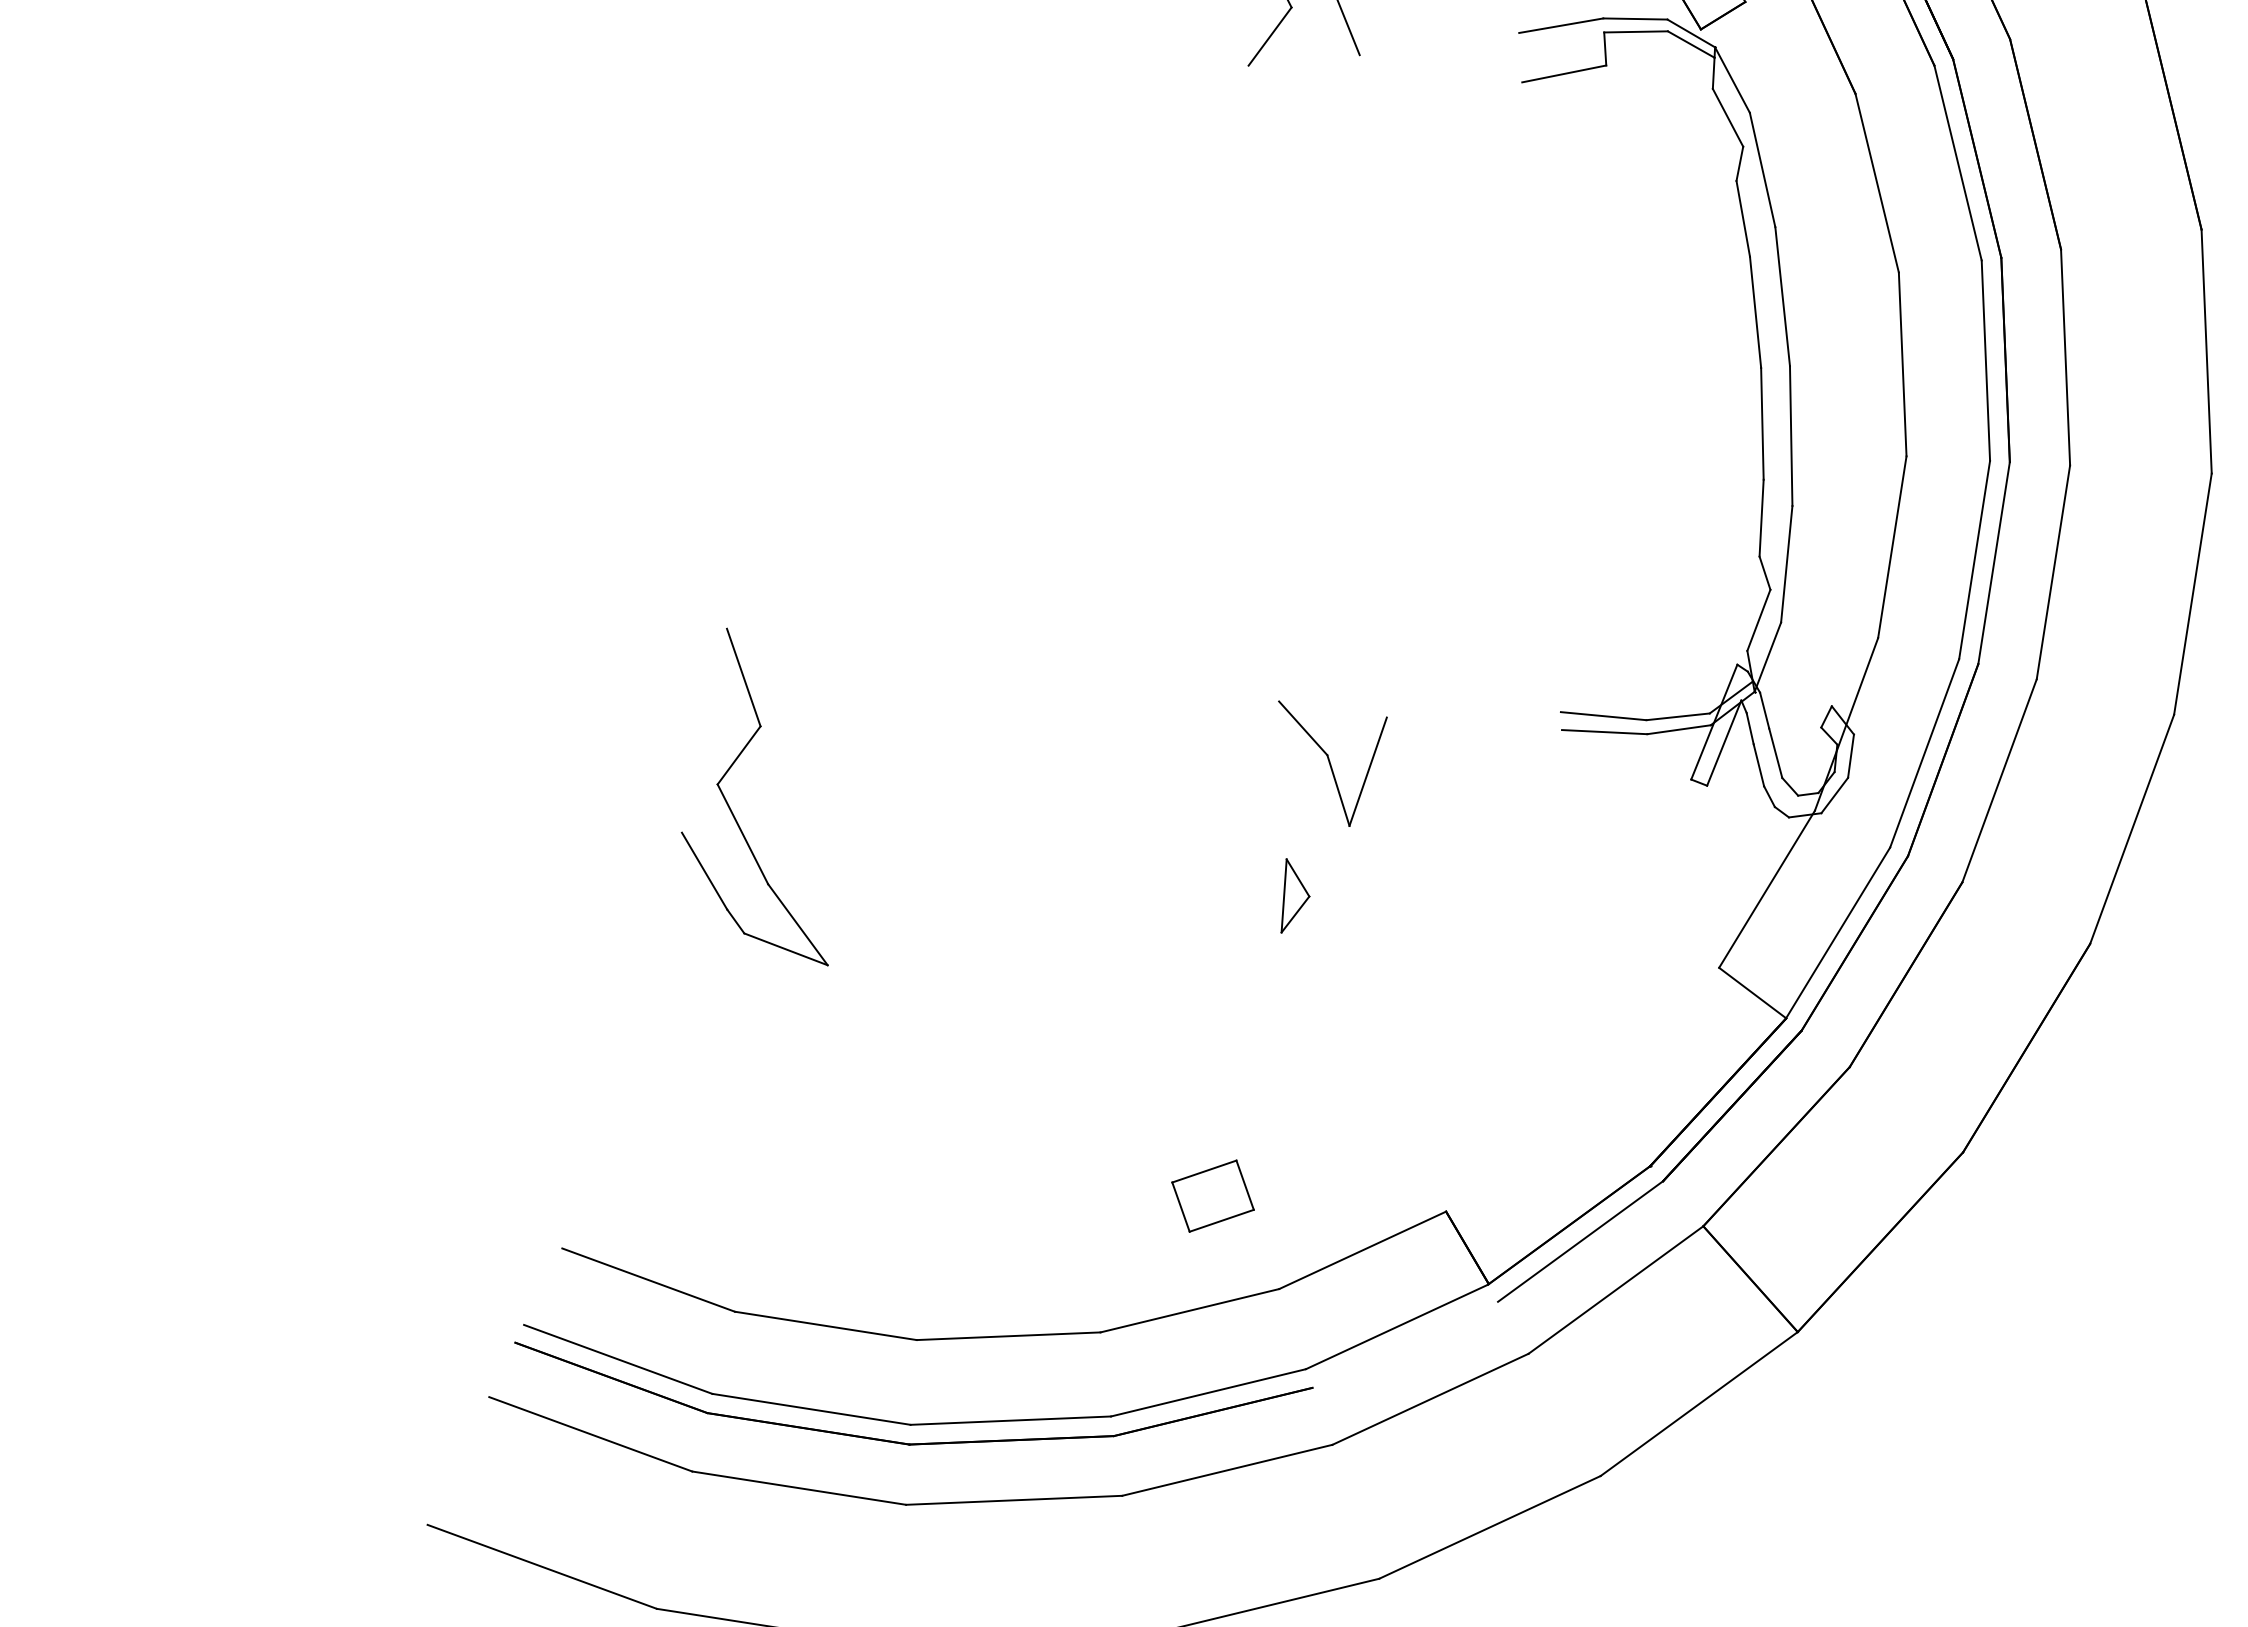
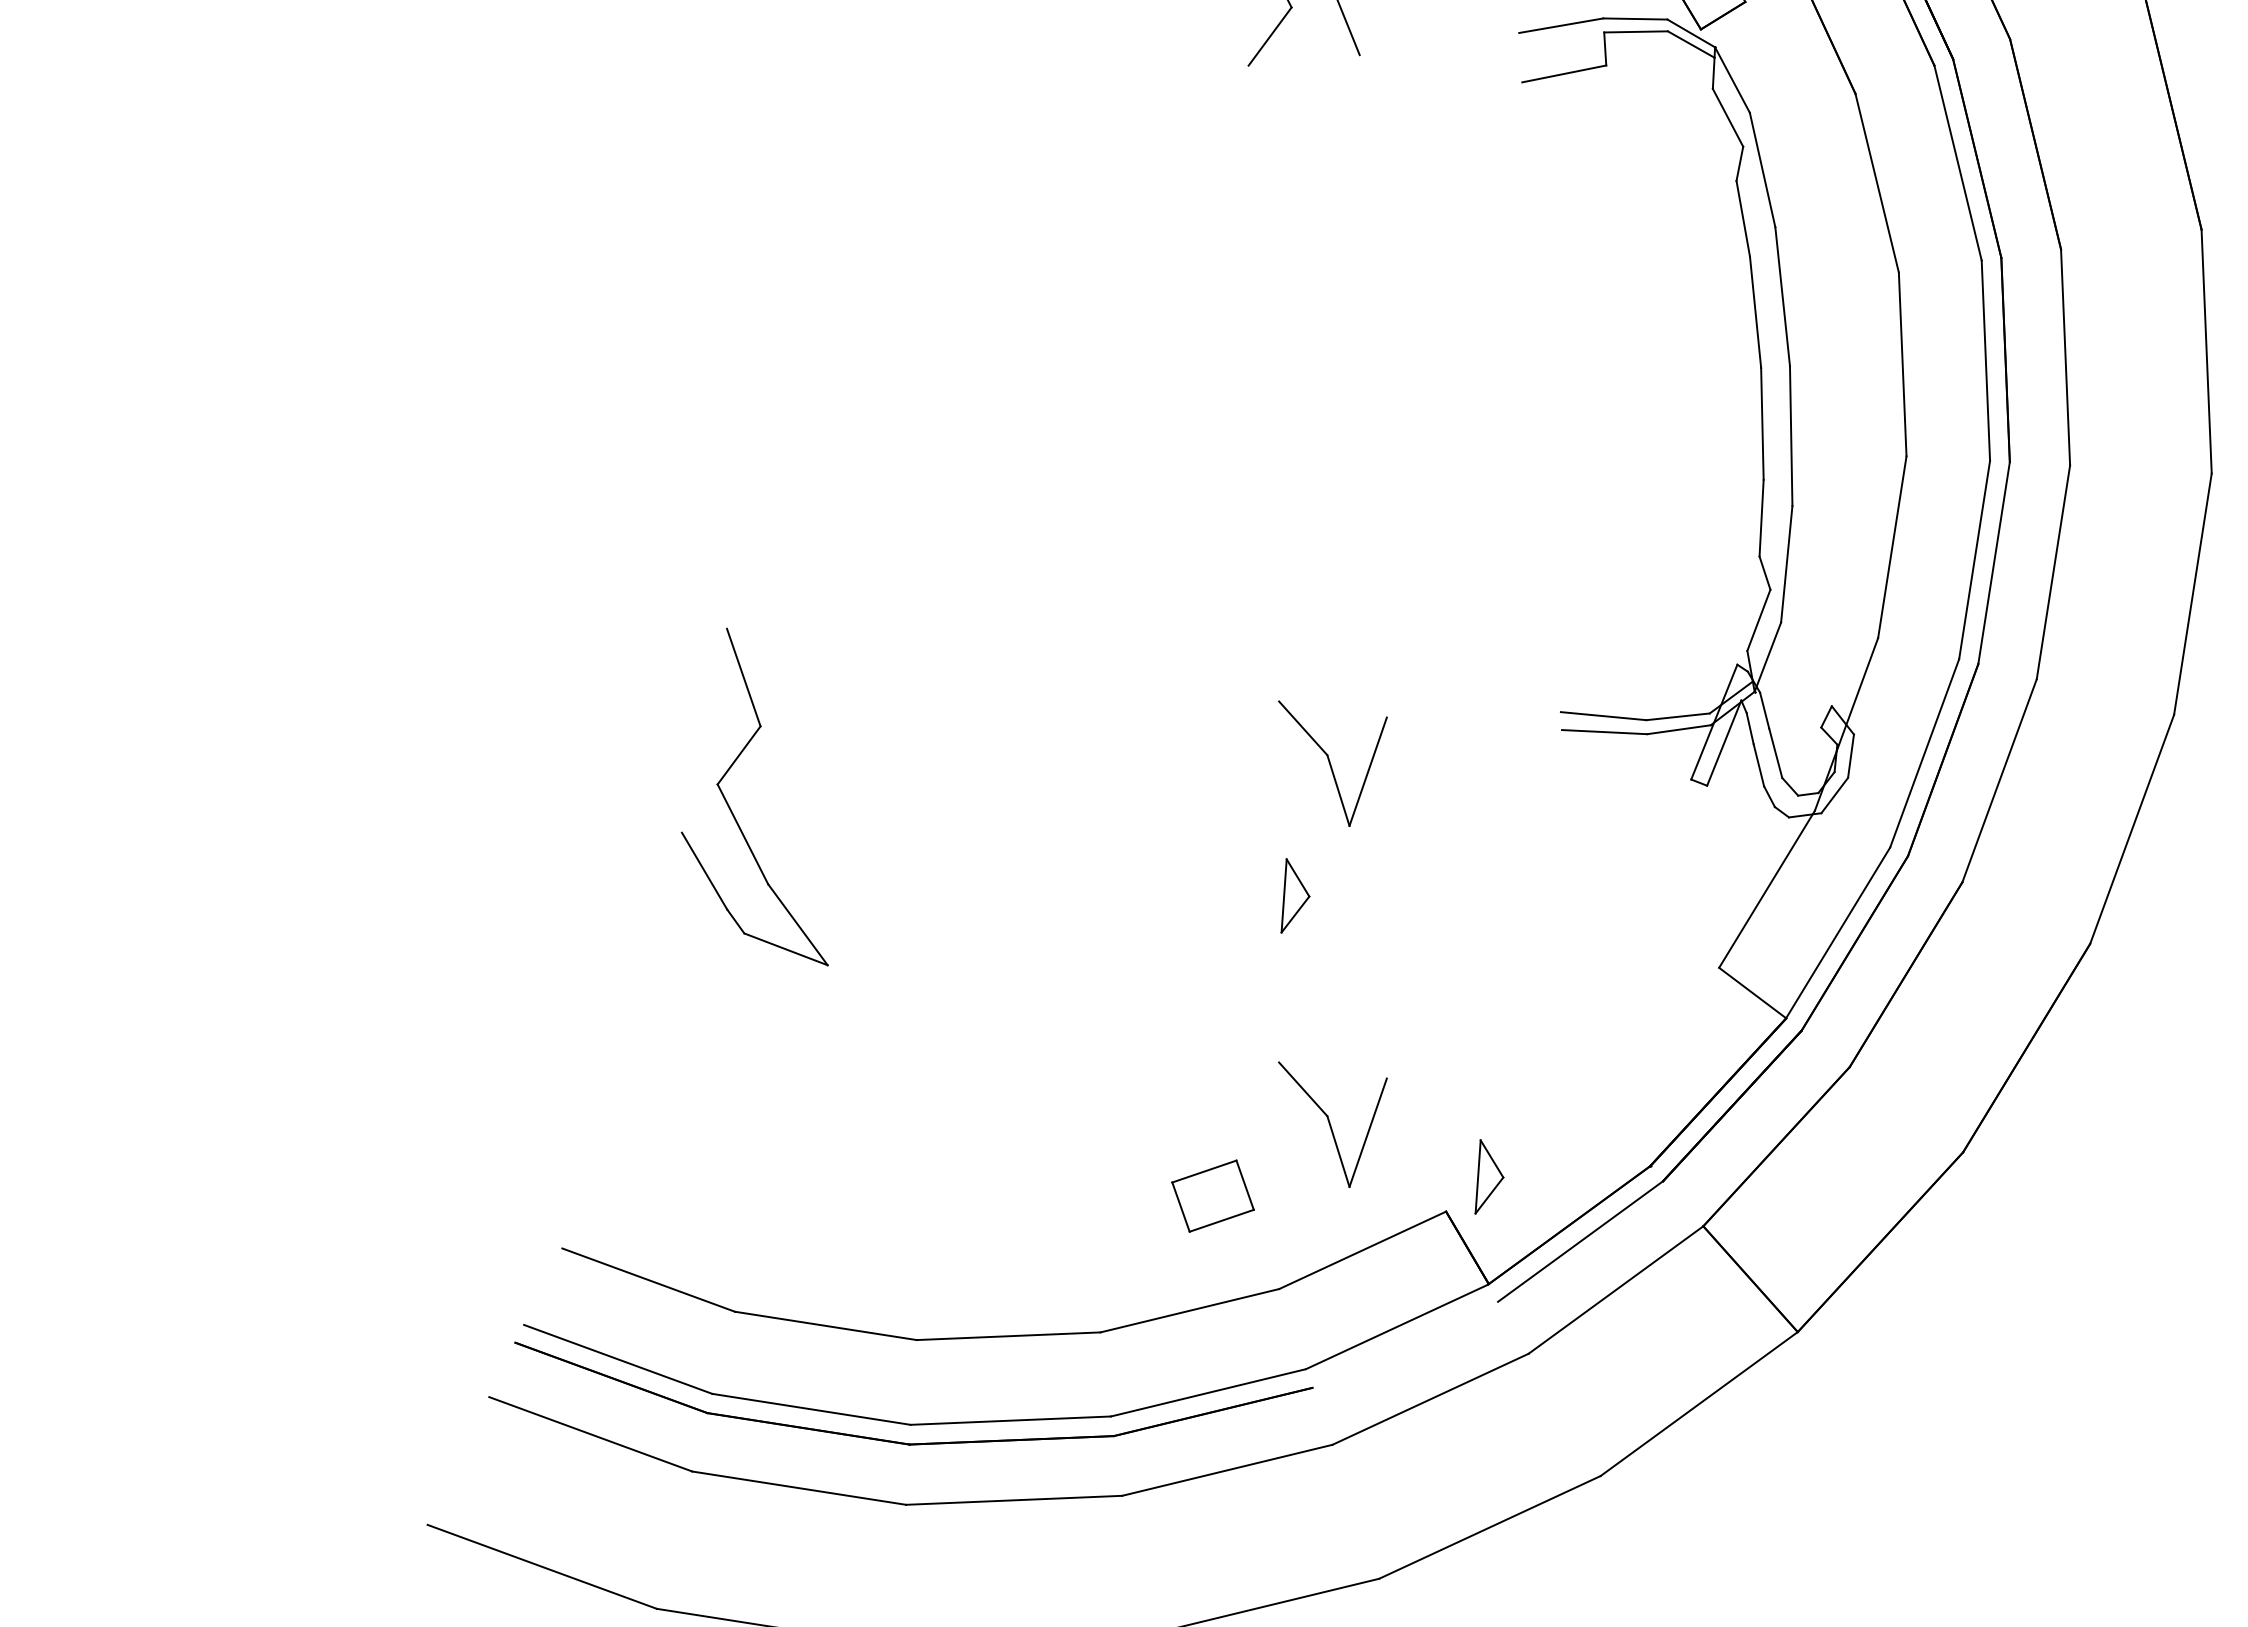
part at (1332, 1124): none -> present
part at (1489, 1176): none -> present
